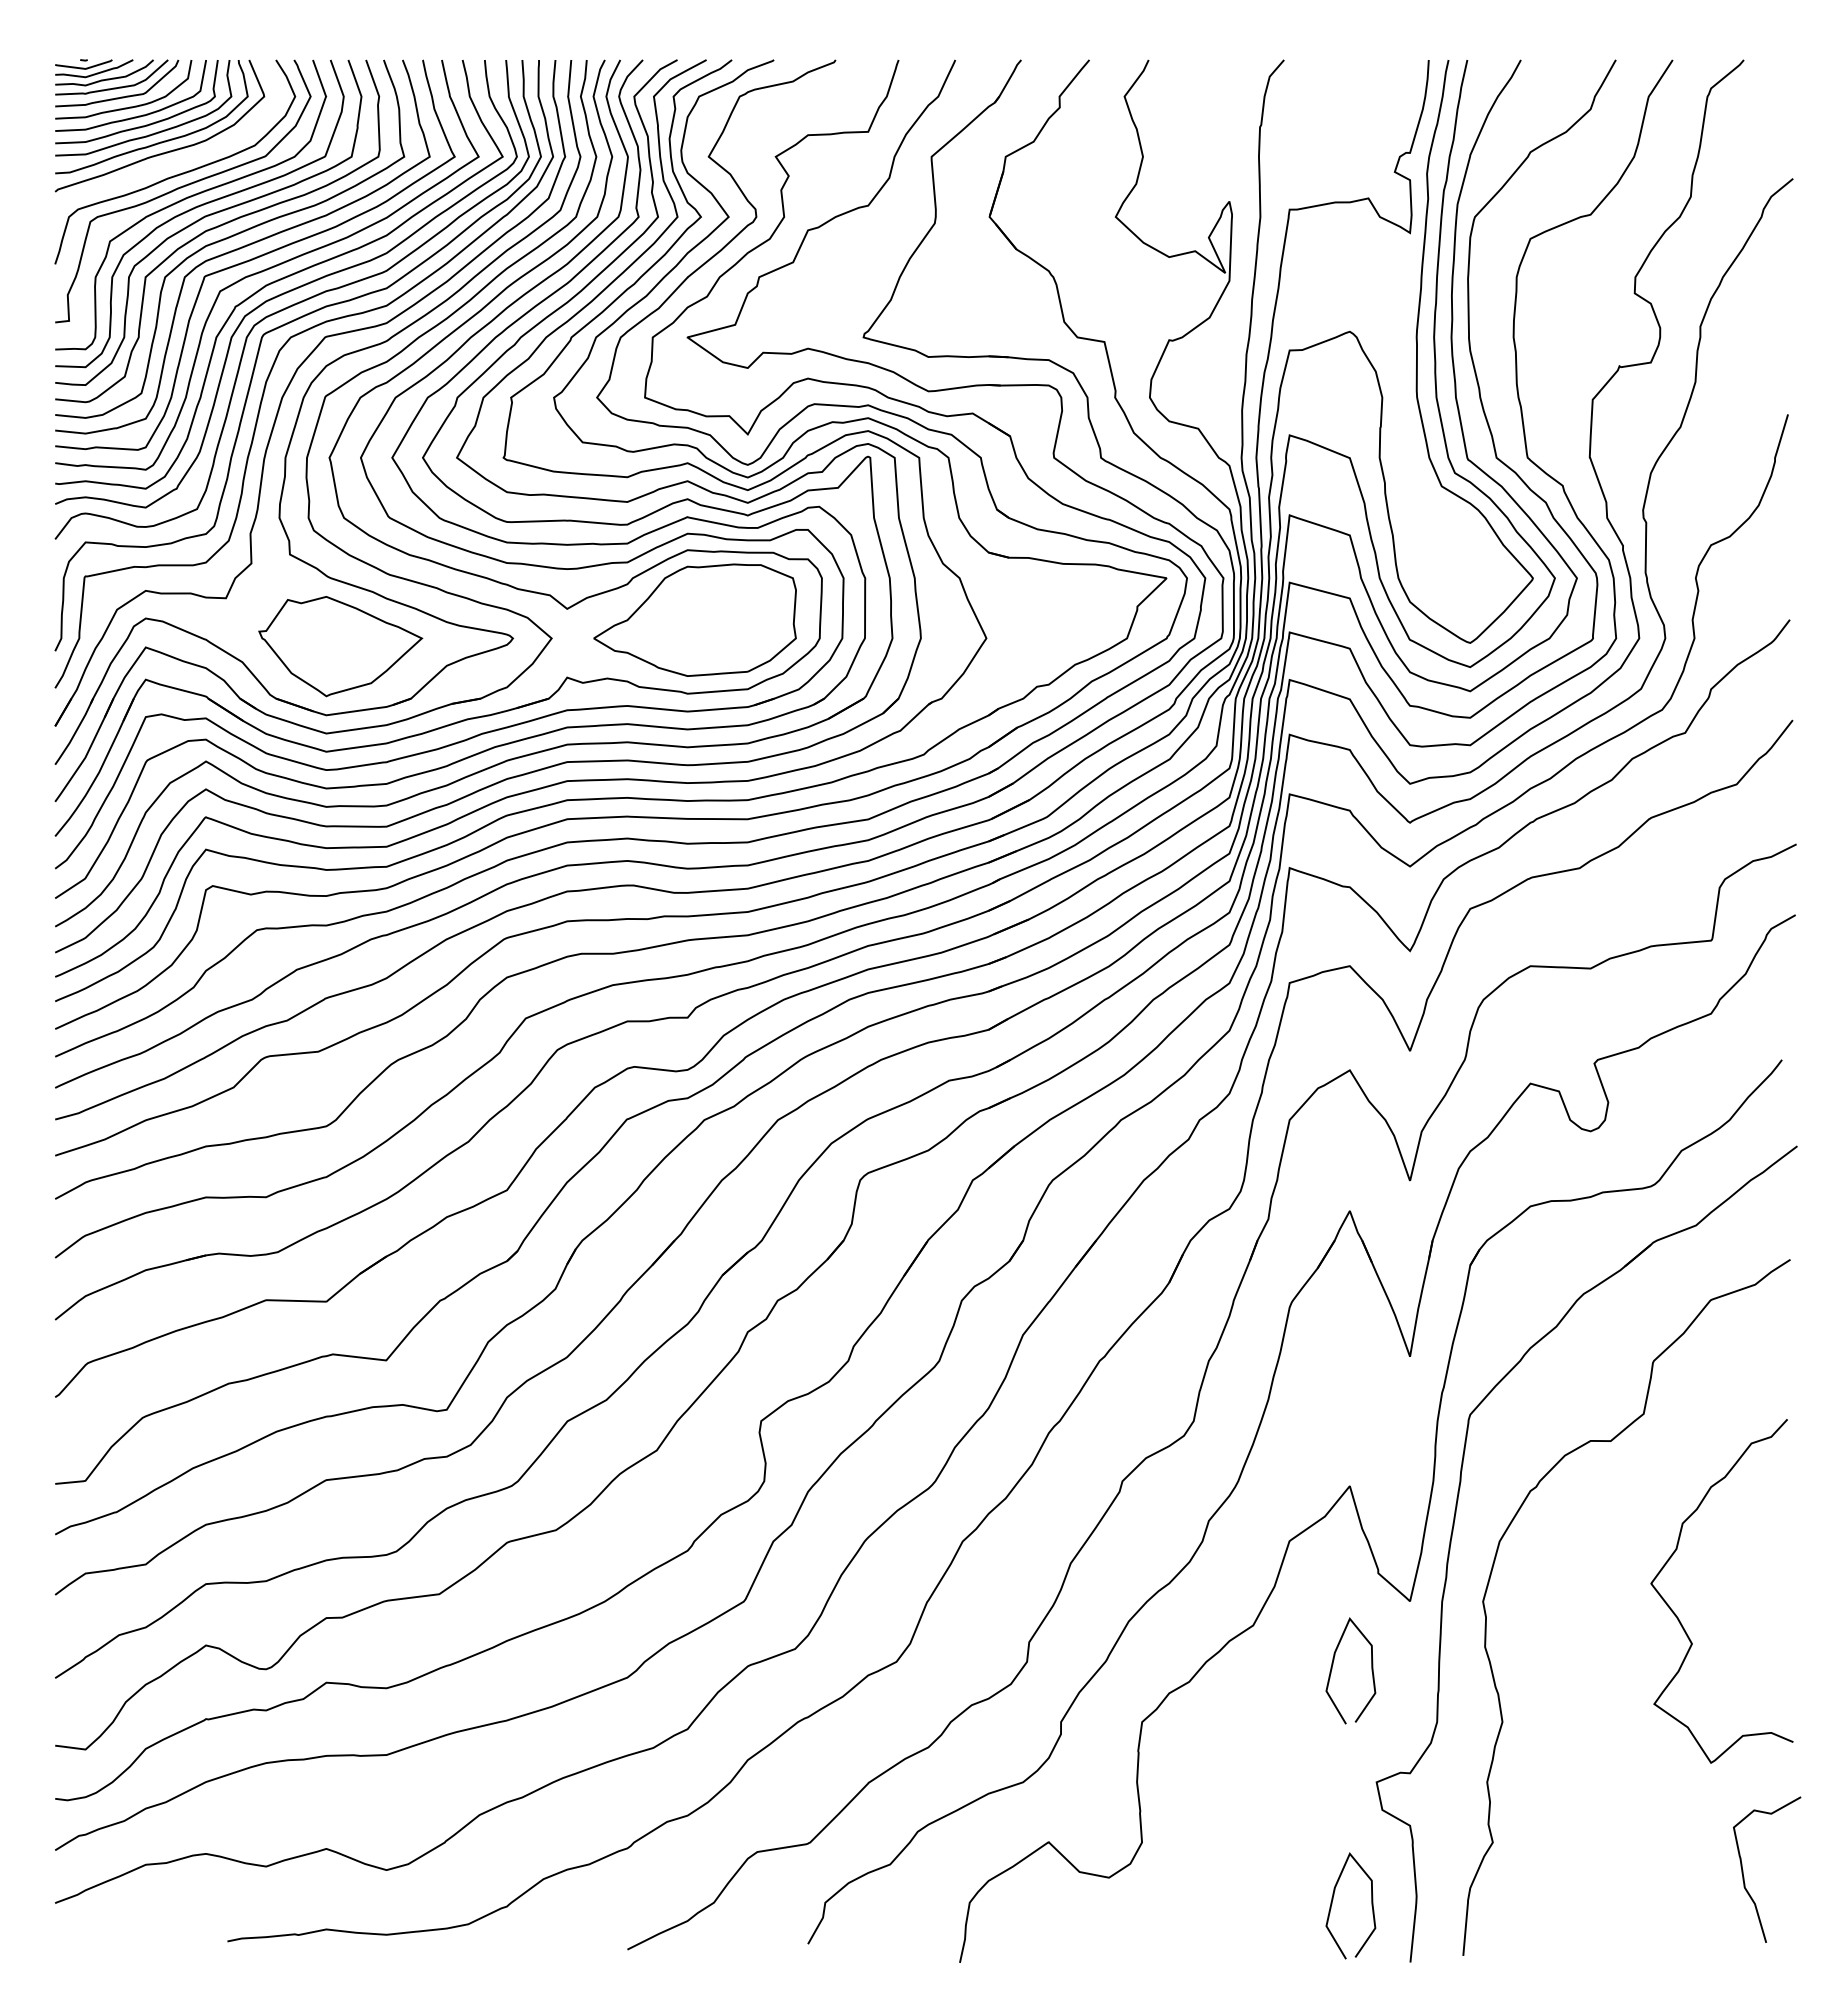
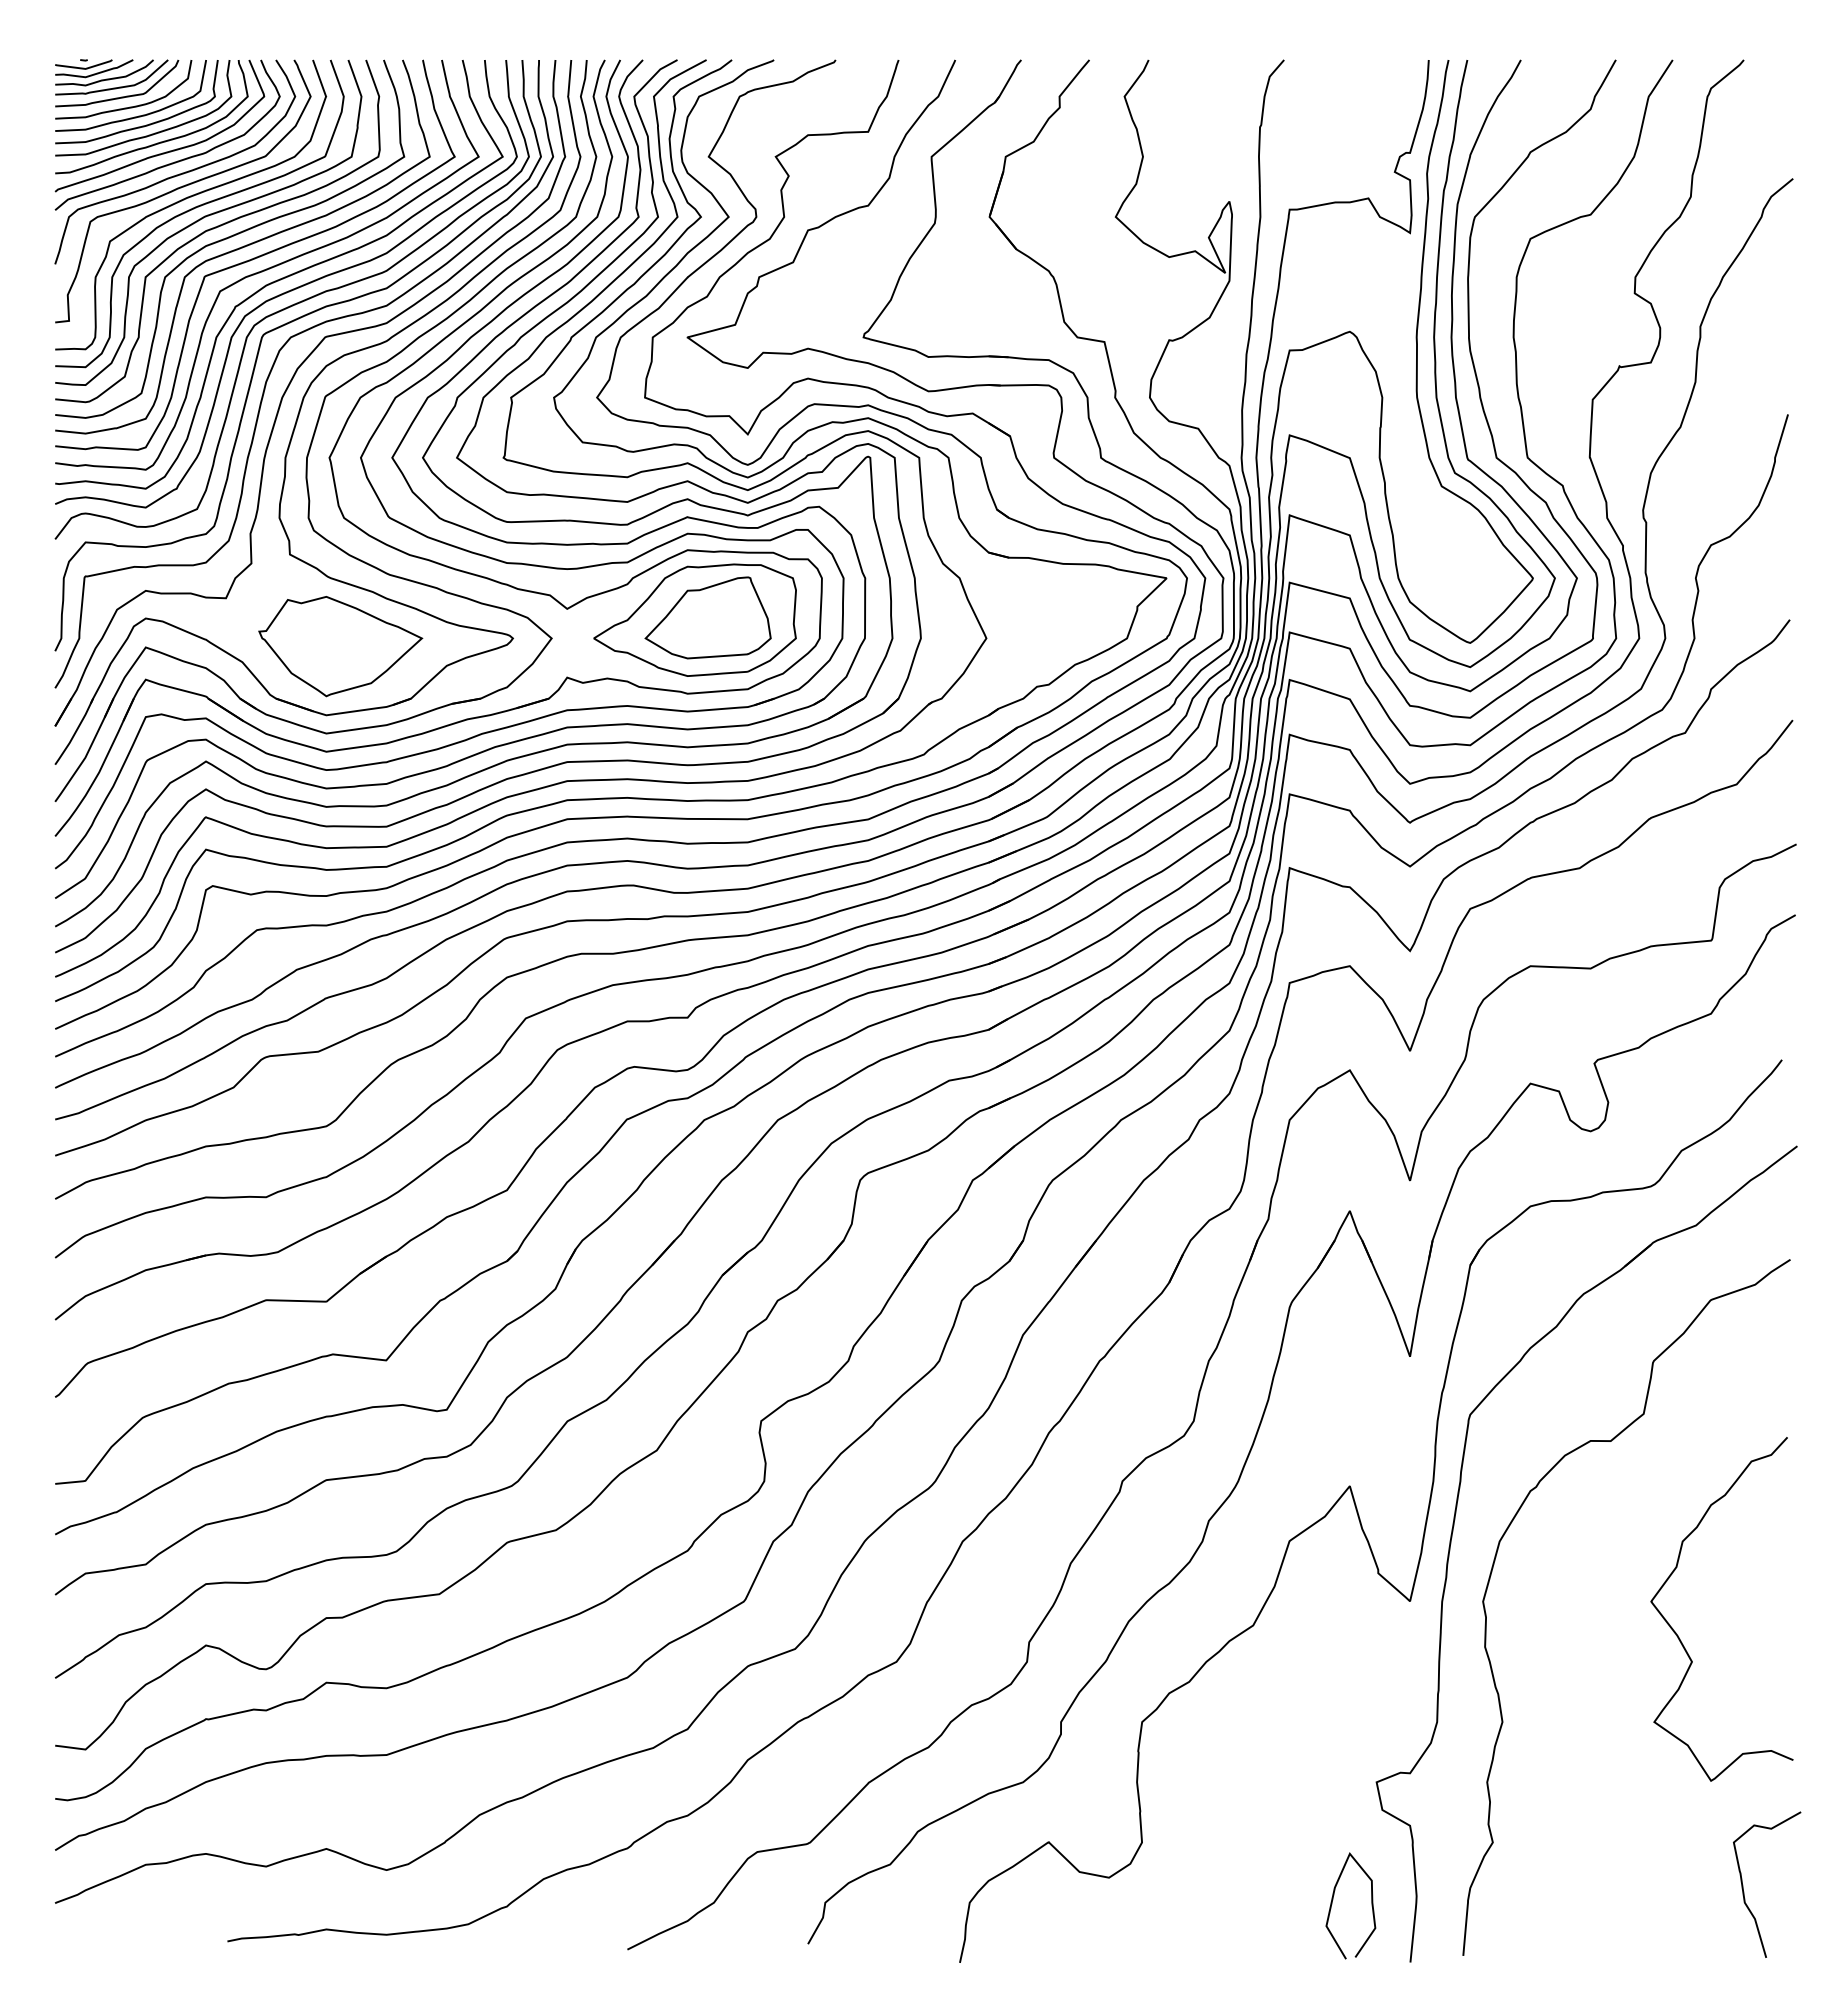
curve at (177, 160): none -> present
part at (707, 617): none -> present
curve at (1678, 1617) position: (1678, 1617) -> (1678, 1635)
curve at (1333, 1664): present -> none
curve at (1743, 1870) position: (1743, 1870) -> (1743, 1885)
